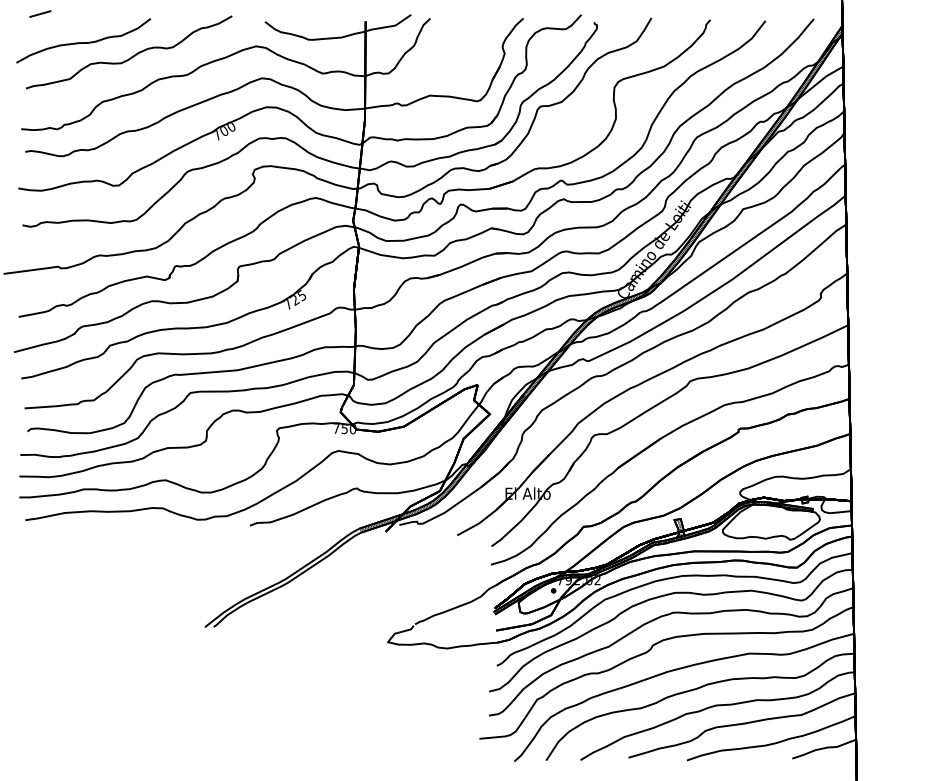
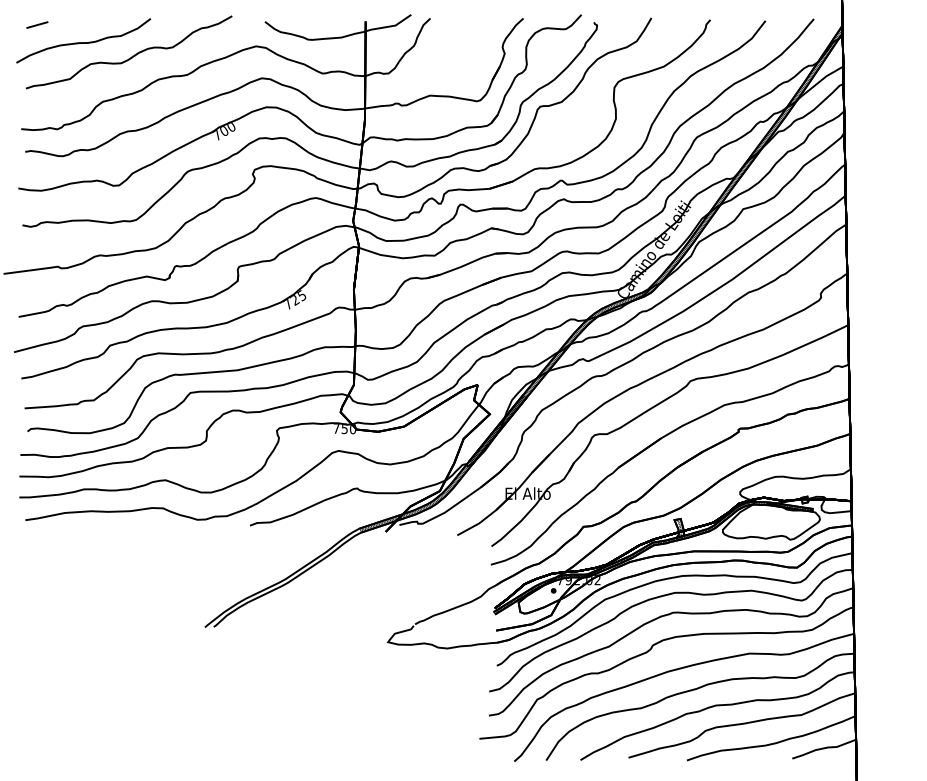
line at (40, 13) position: (40, 13) -> (37, 24)
